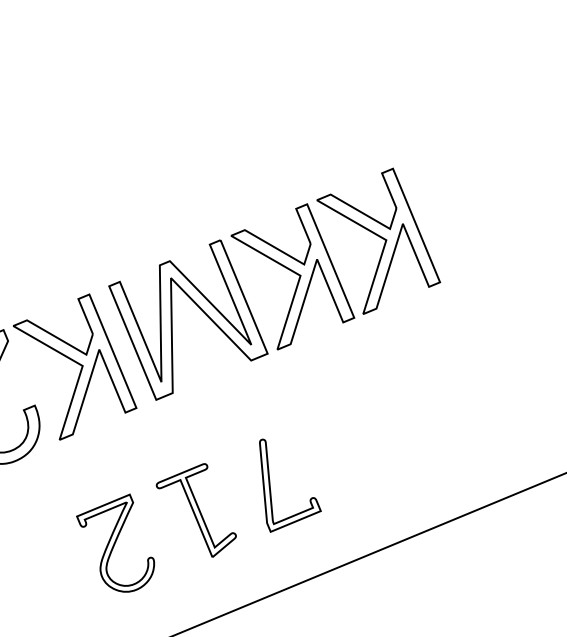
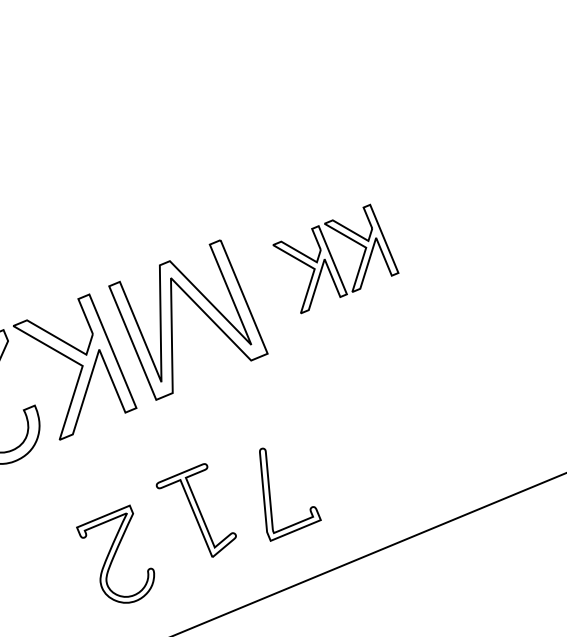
part at (335, 258) size: 212x184 px -> 128x112 px
part at (271, 491) position: (271, 491) -> (271, 500)
part at (115, 542) position: (115, 542) -> (115, 553)
